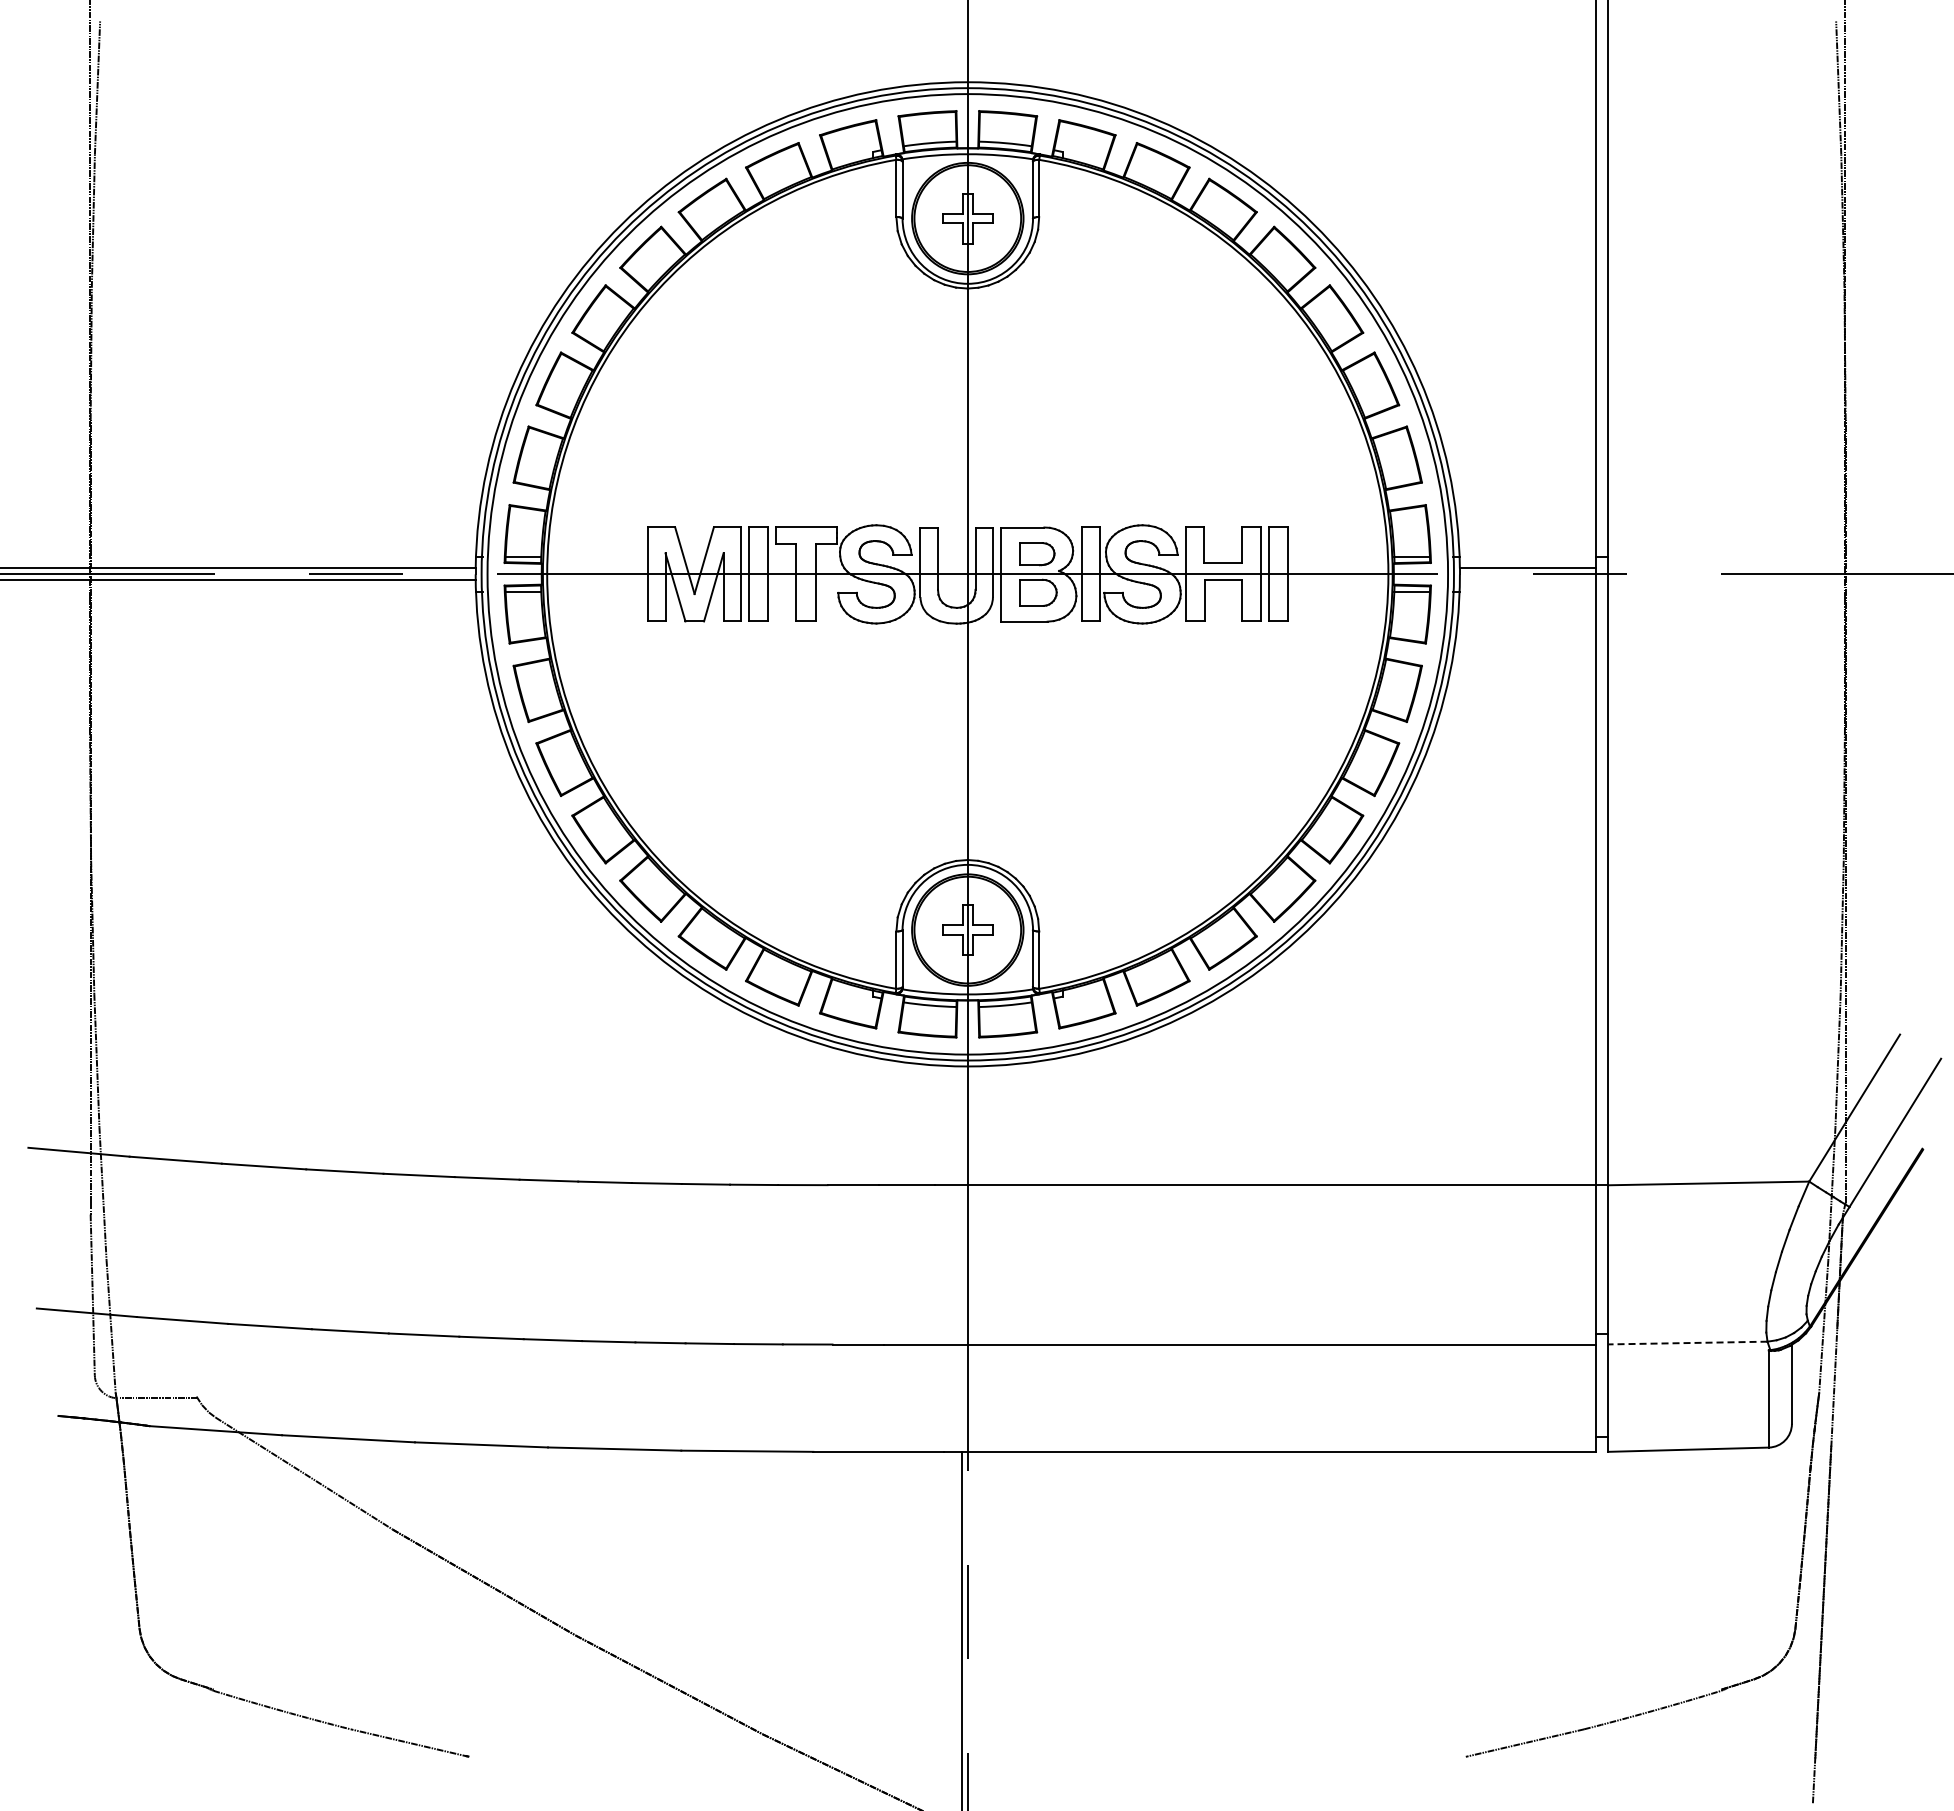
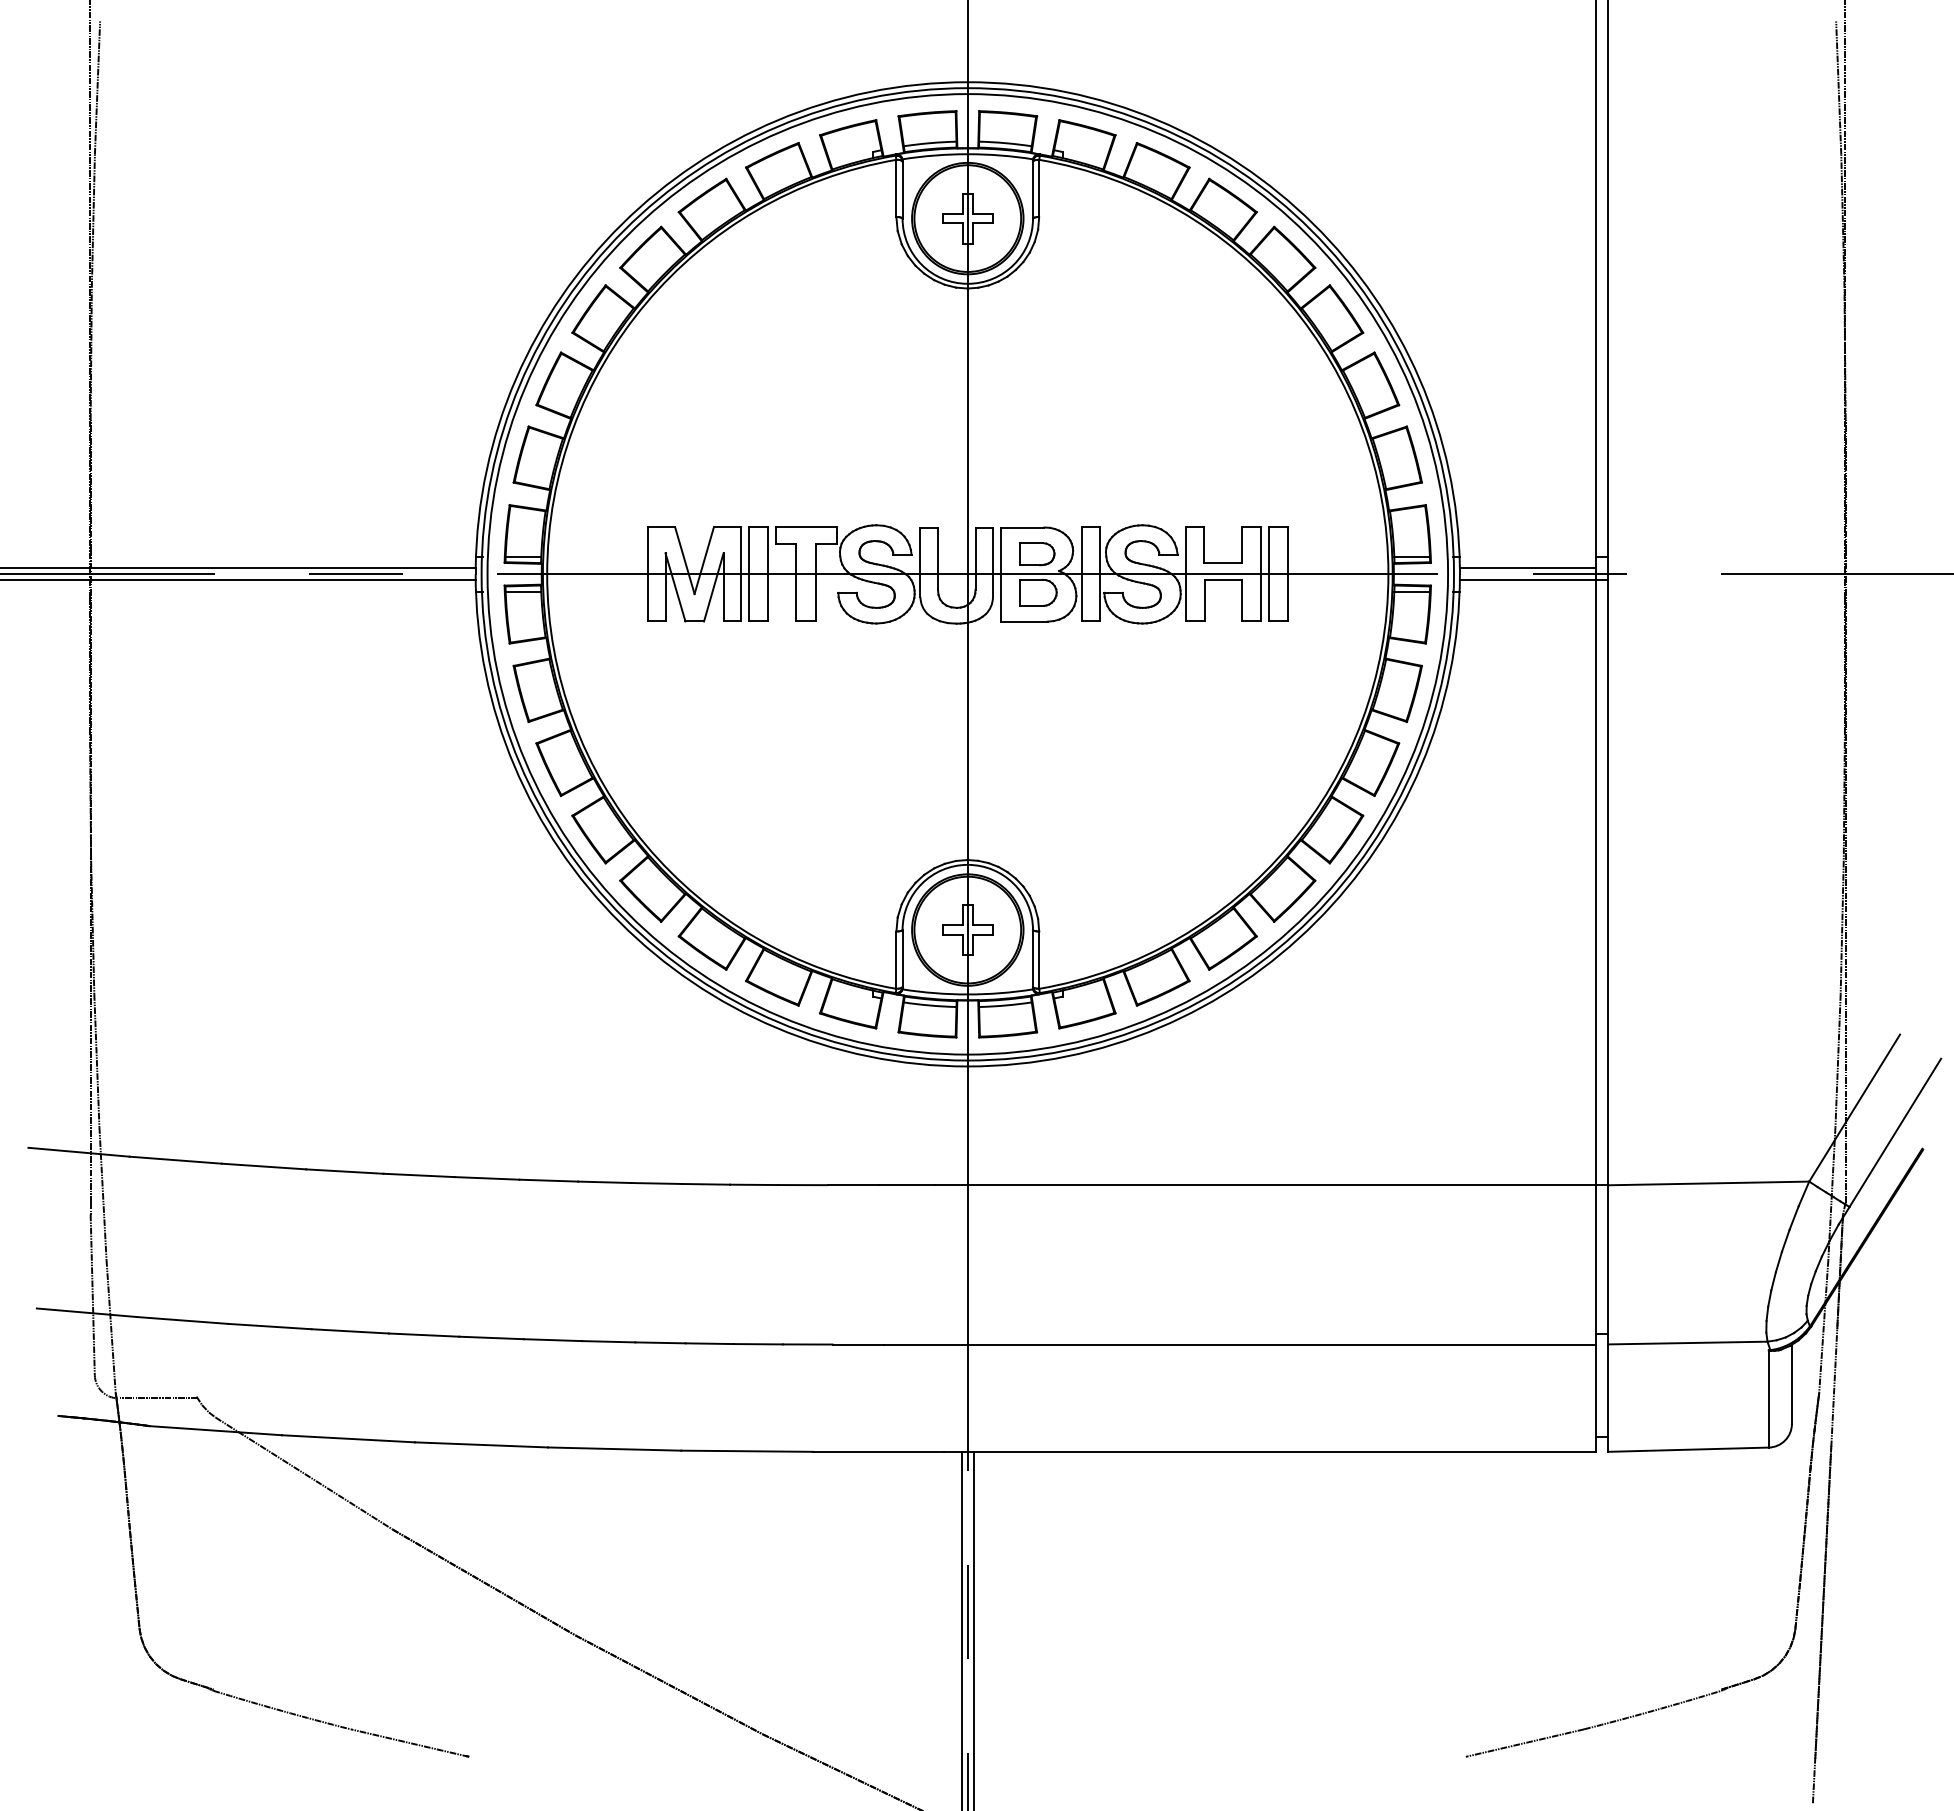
line at (1533, 580): none -> present
line at (1687, 1343): dashed -> solid
line at (973, 1629): none -> present
